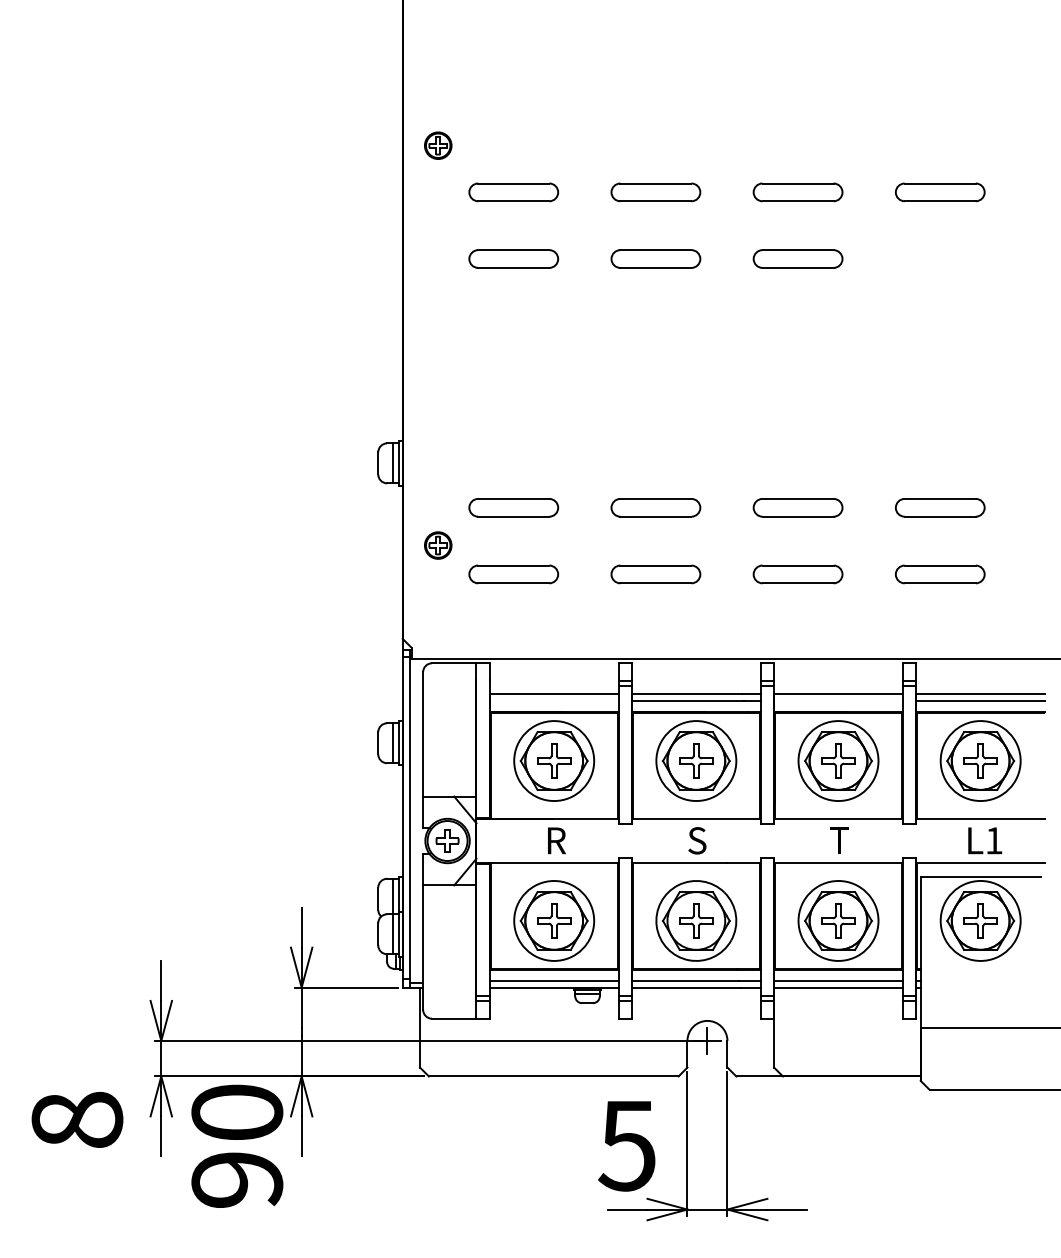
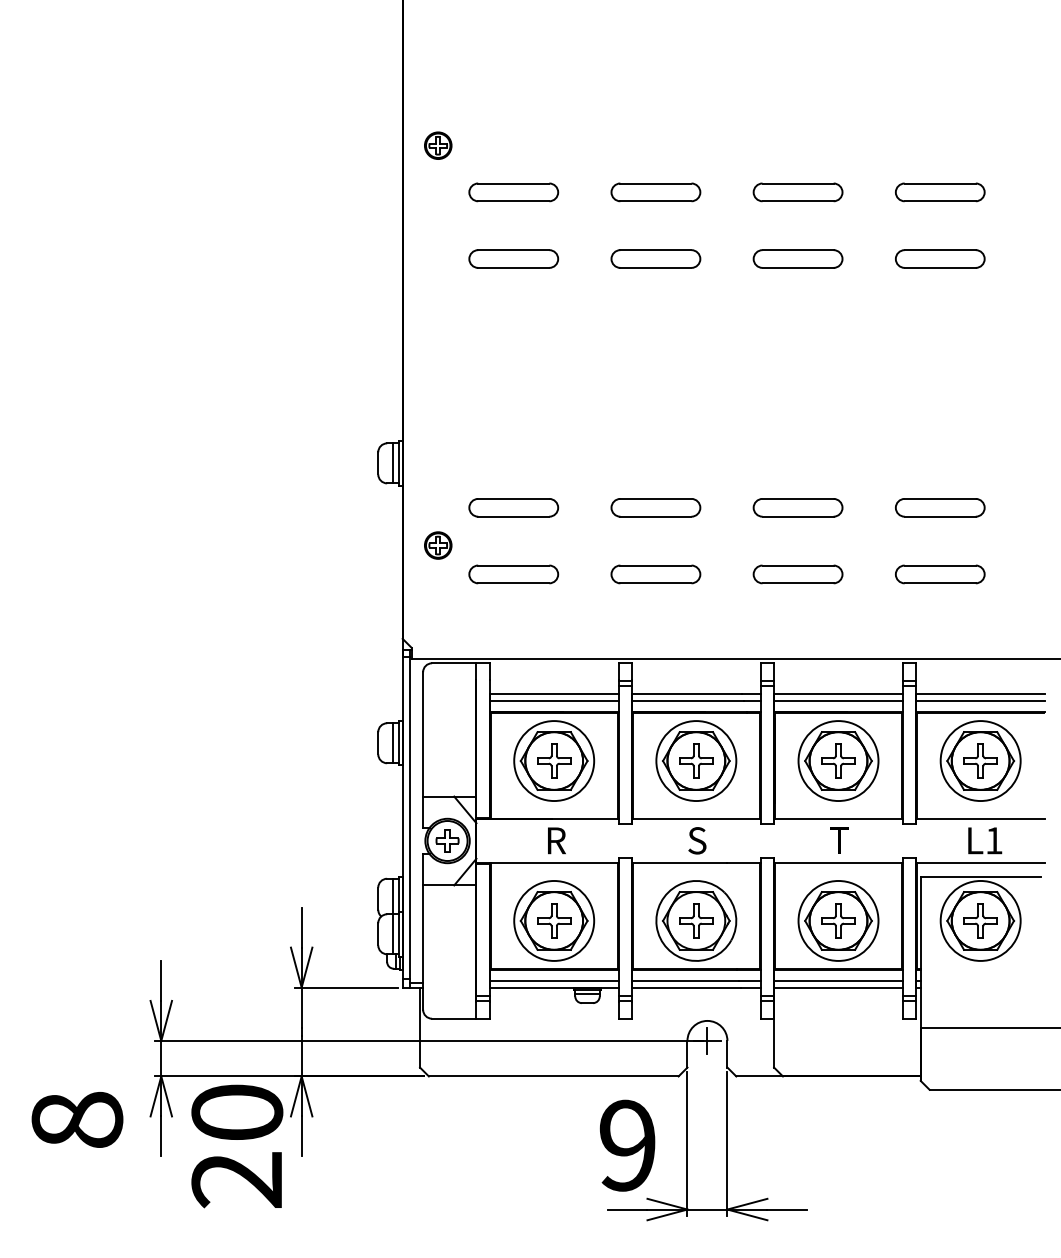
part at (940, 258): none -> present
line at (553, 701): none -> present
line at (838, 701): none -> present
text at (626, 1145): 5 -> 9
text at (237, 1180): 90 -> 20
